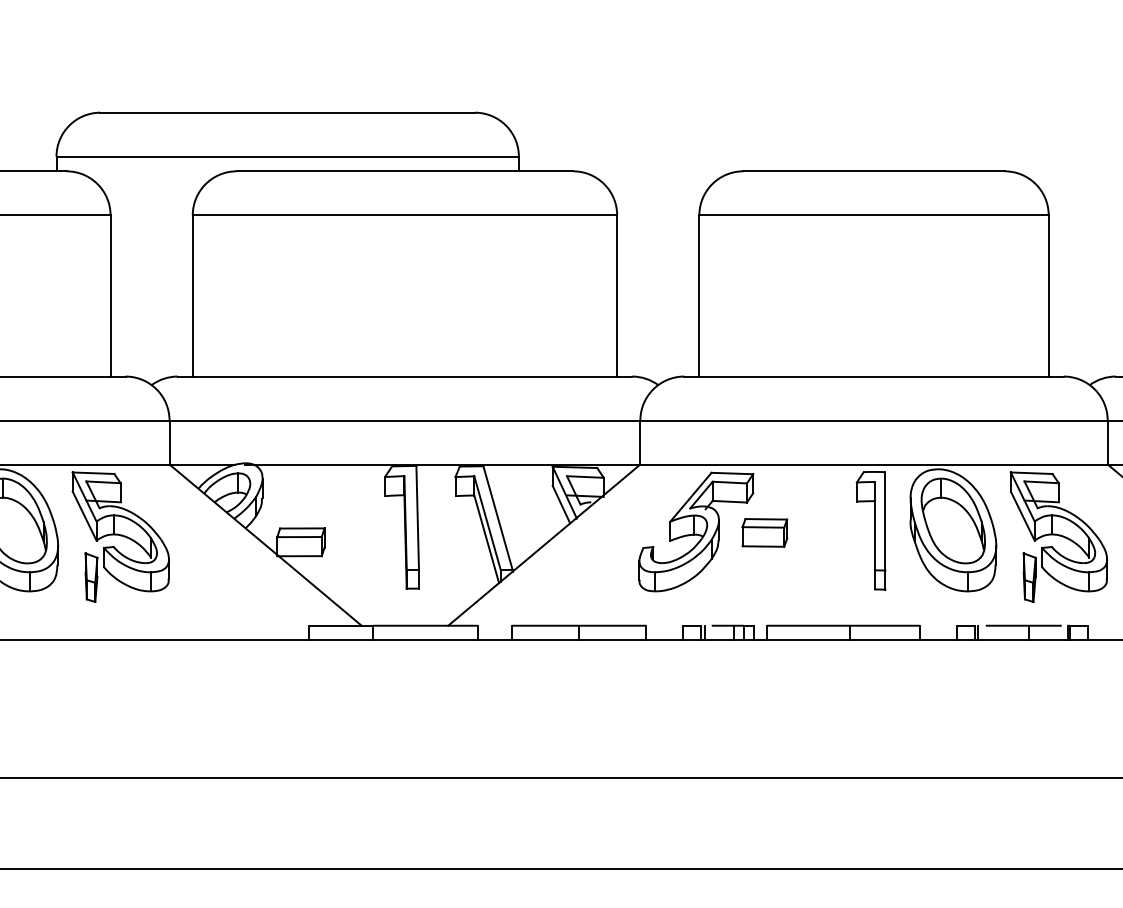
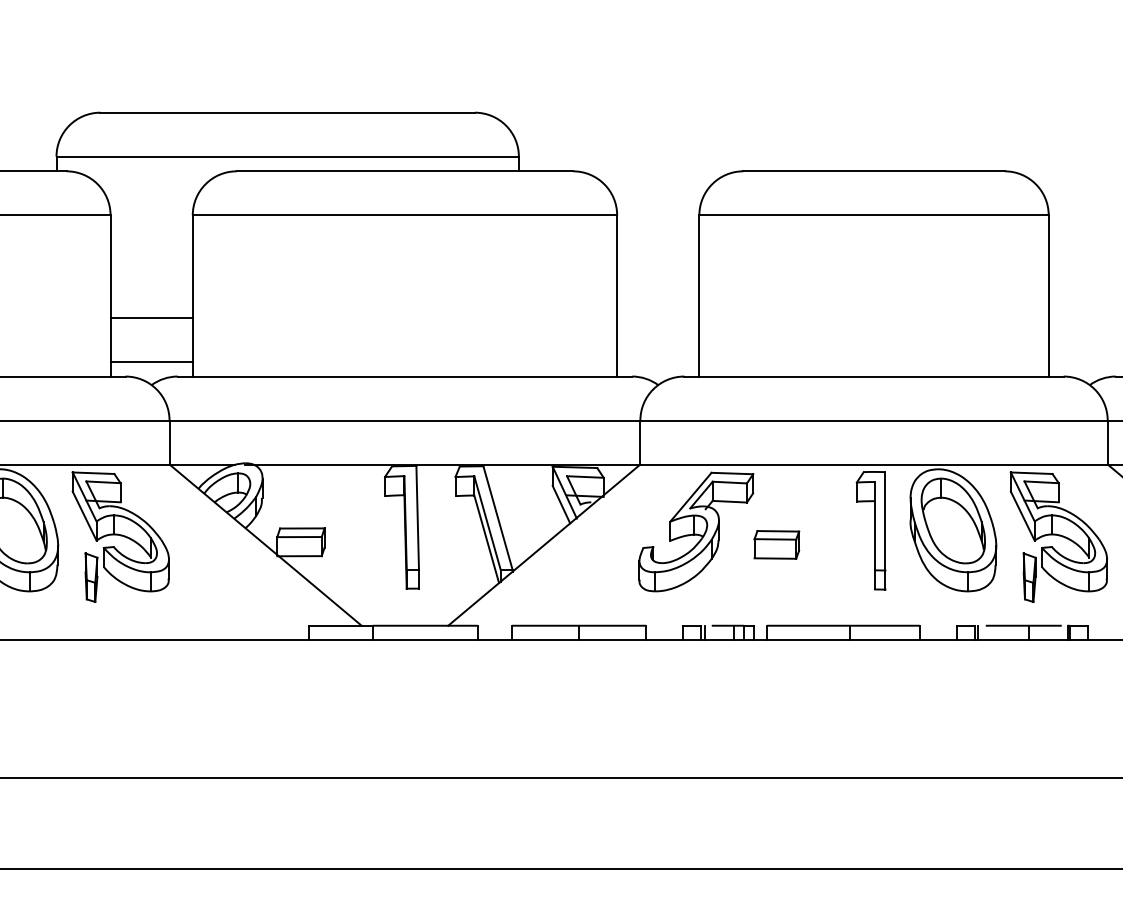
line at (151, 317): none -> present
line at (151, 361): none -> present
part at (764, 532) position: (764, 532) -> (776, 544)
